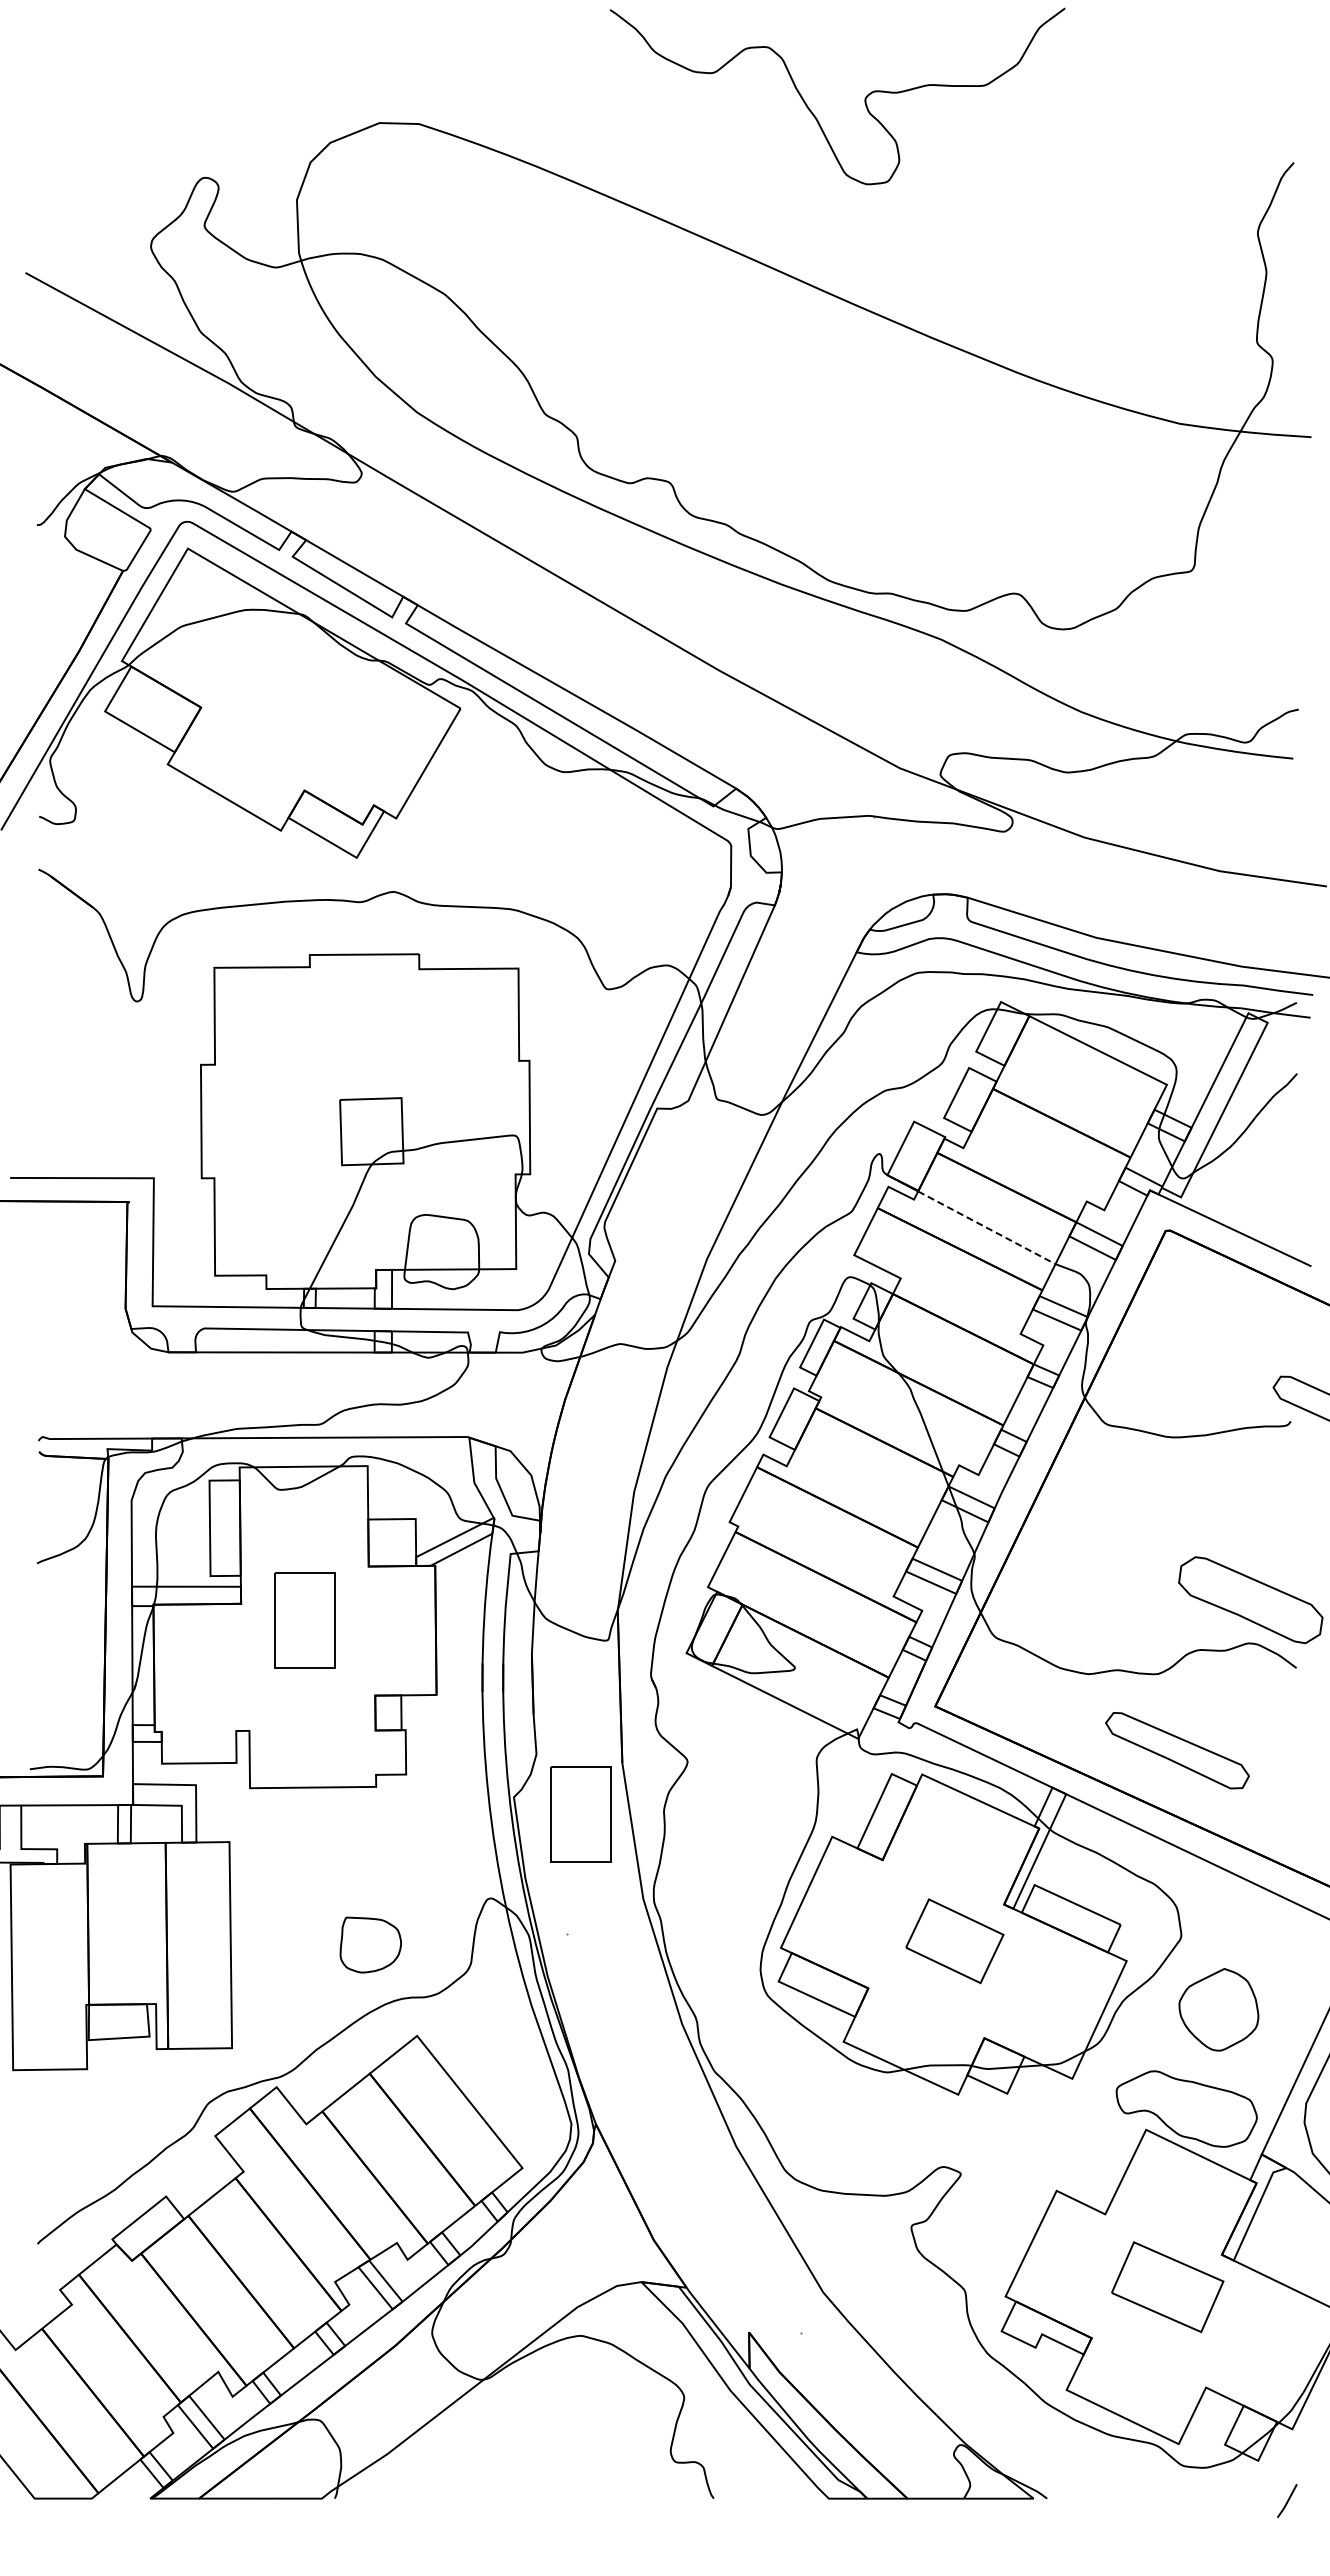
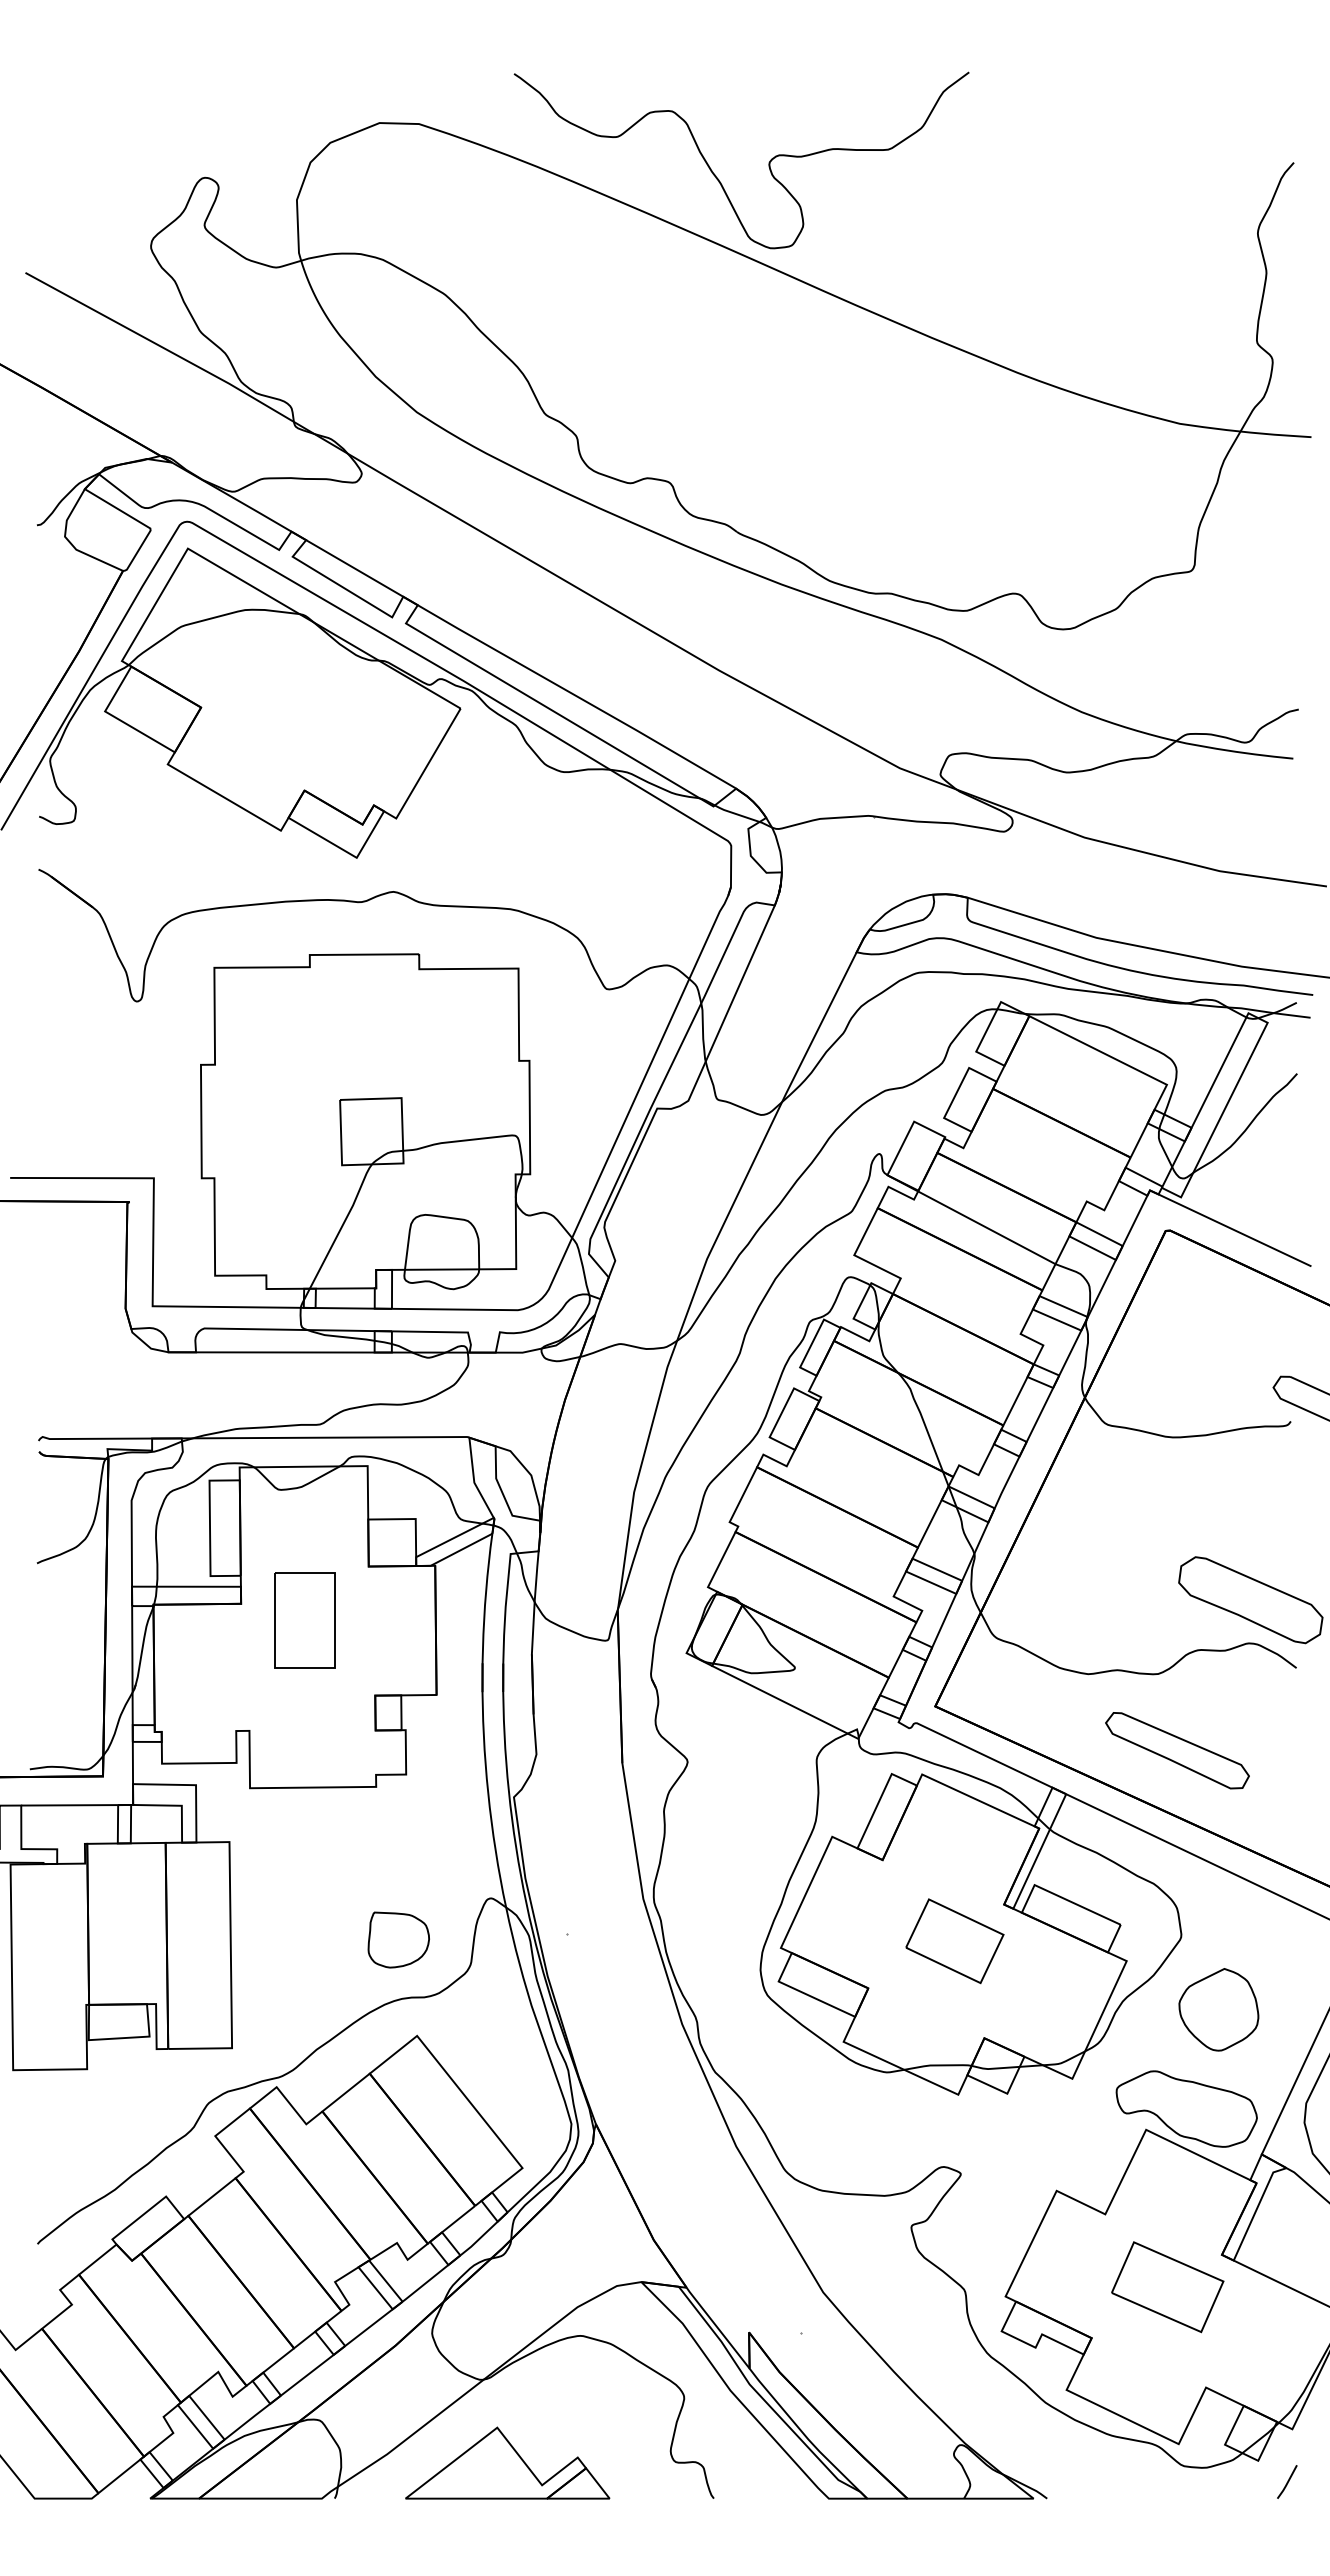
curve at (864, 98) position: (864, 98) -> (768, 162)
line at (986, 1227): dashed -> solid
part at (580, 1814): present -> none
part at (370, 1944) position: (370, 1944) -> (398, 1939)
part at (507, 2462): none -> present
line at (1287, 2500) position: (1287, 2500) -> (1287, 2481)
